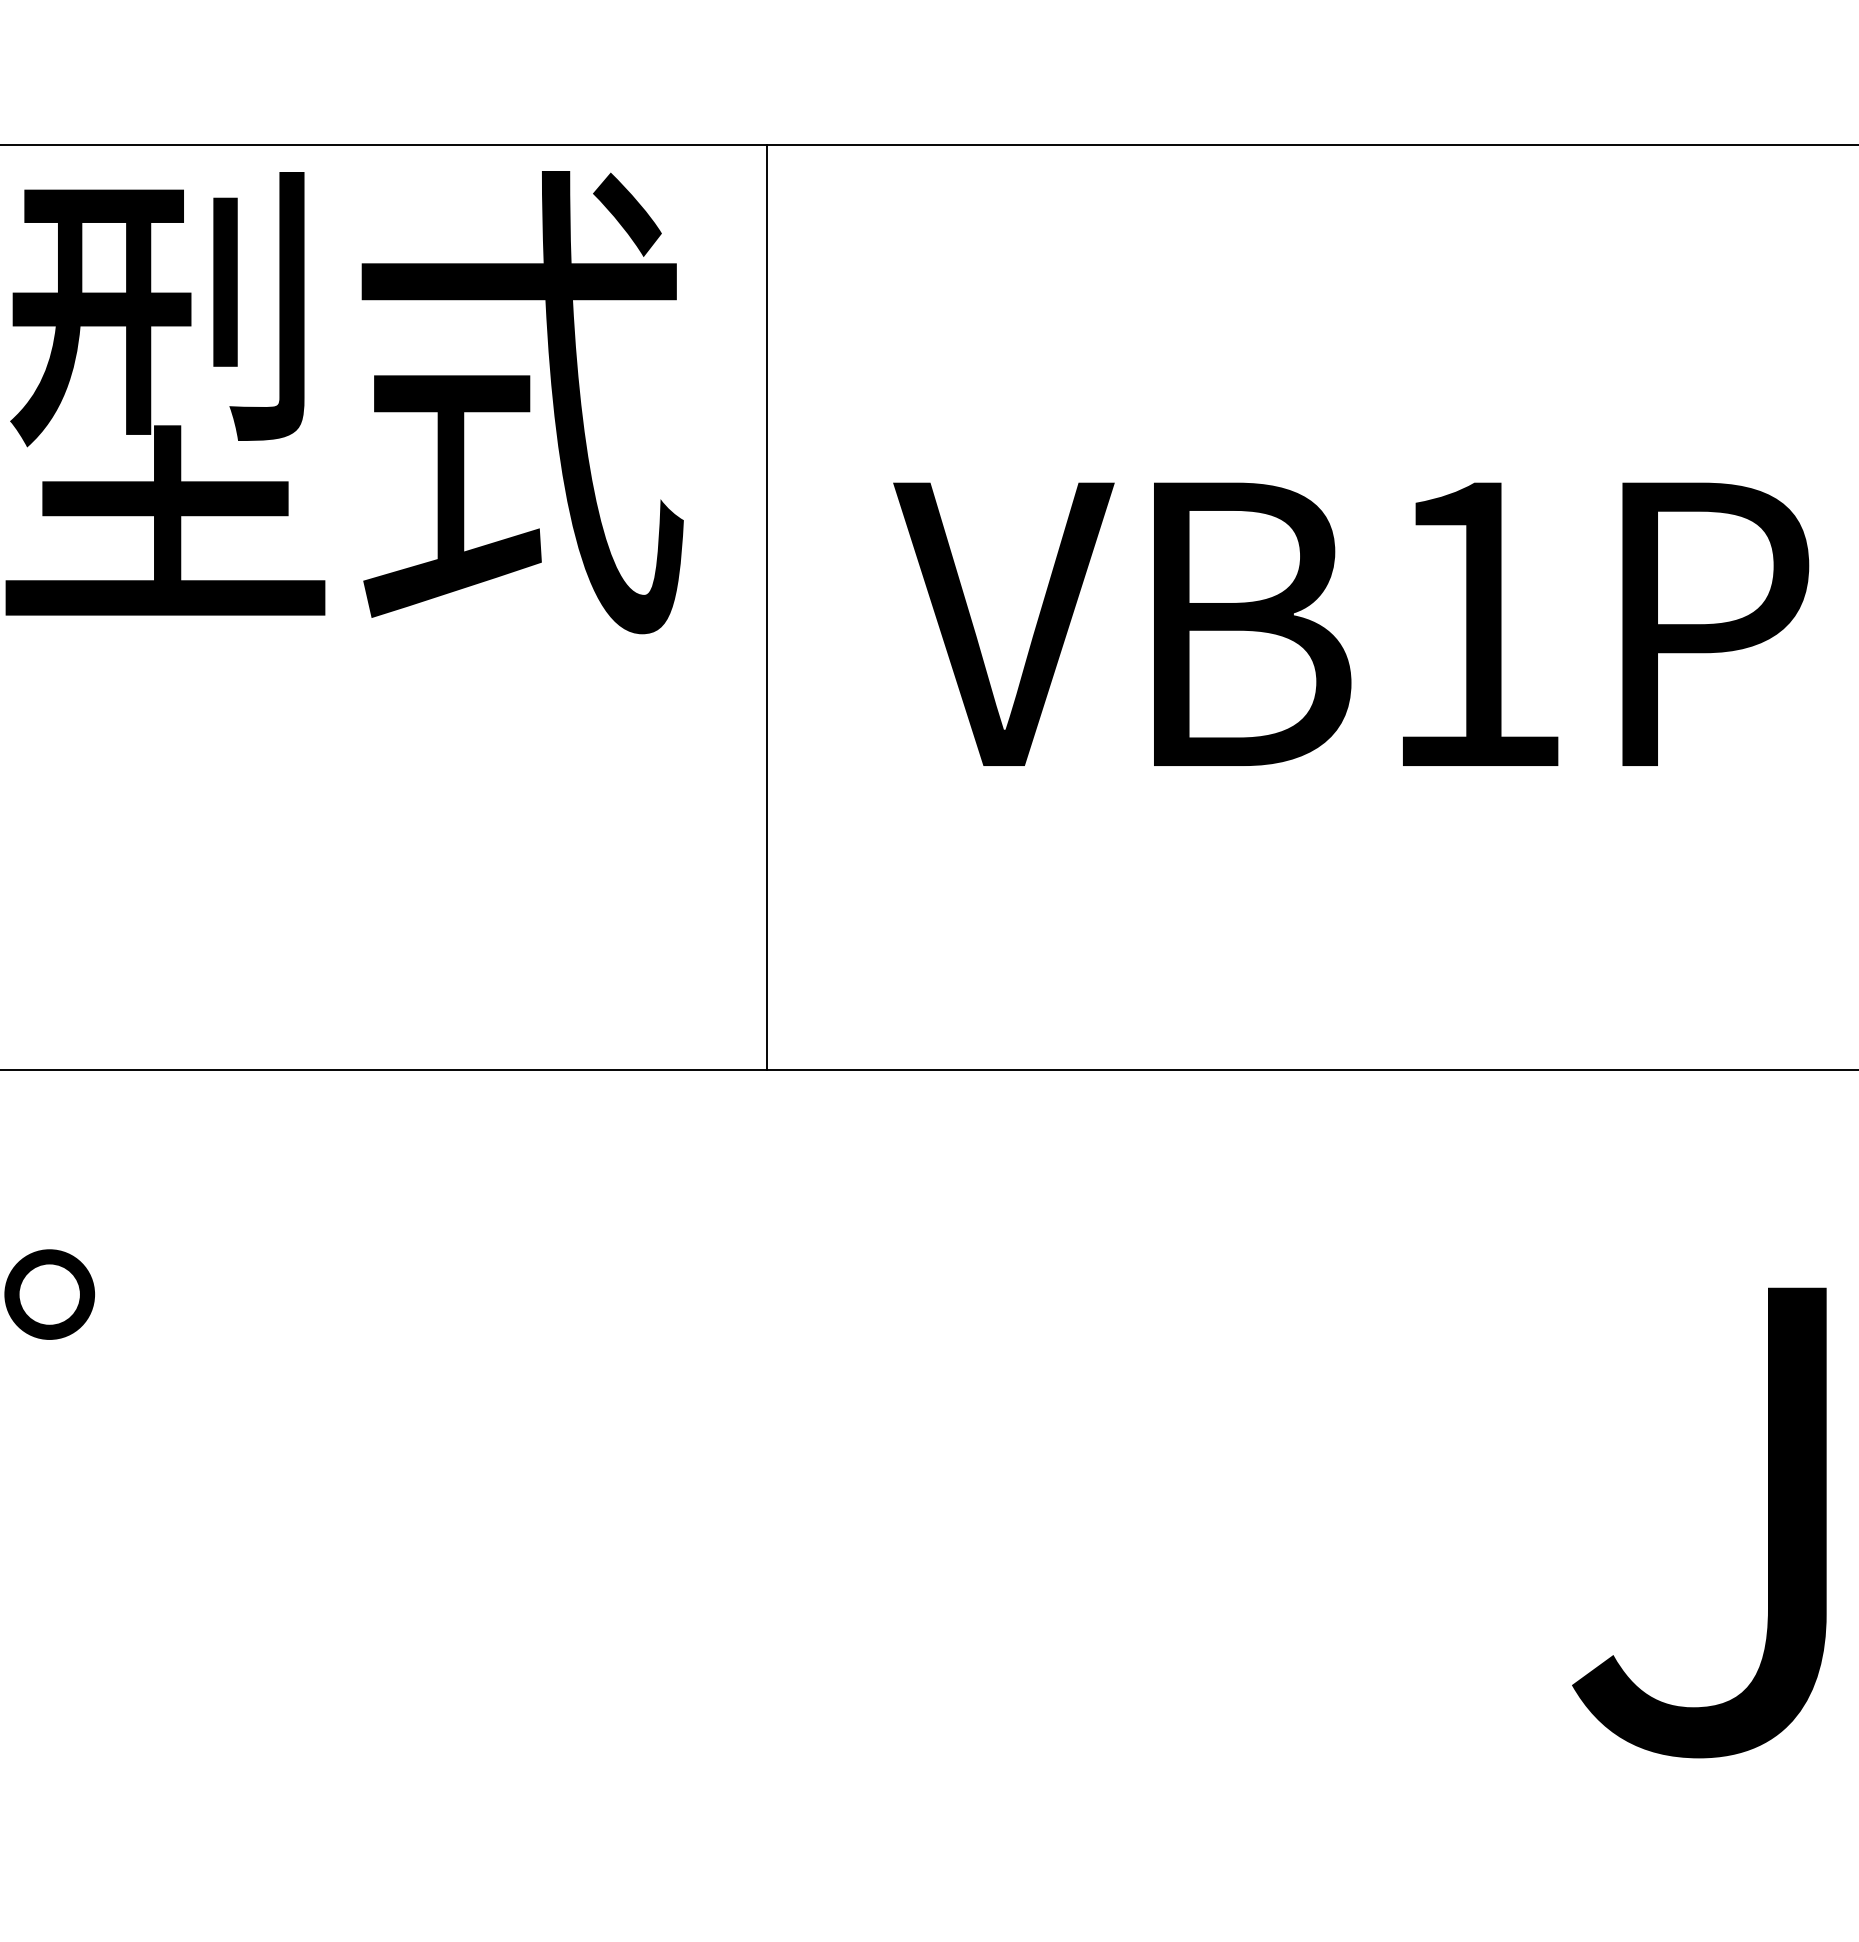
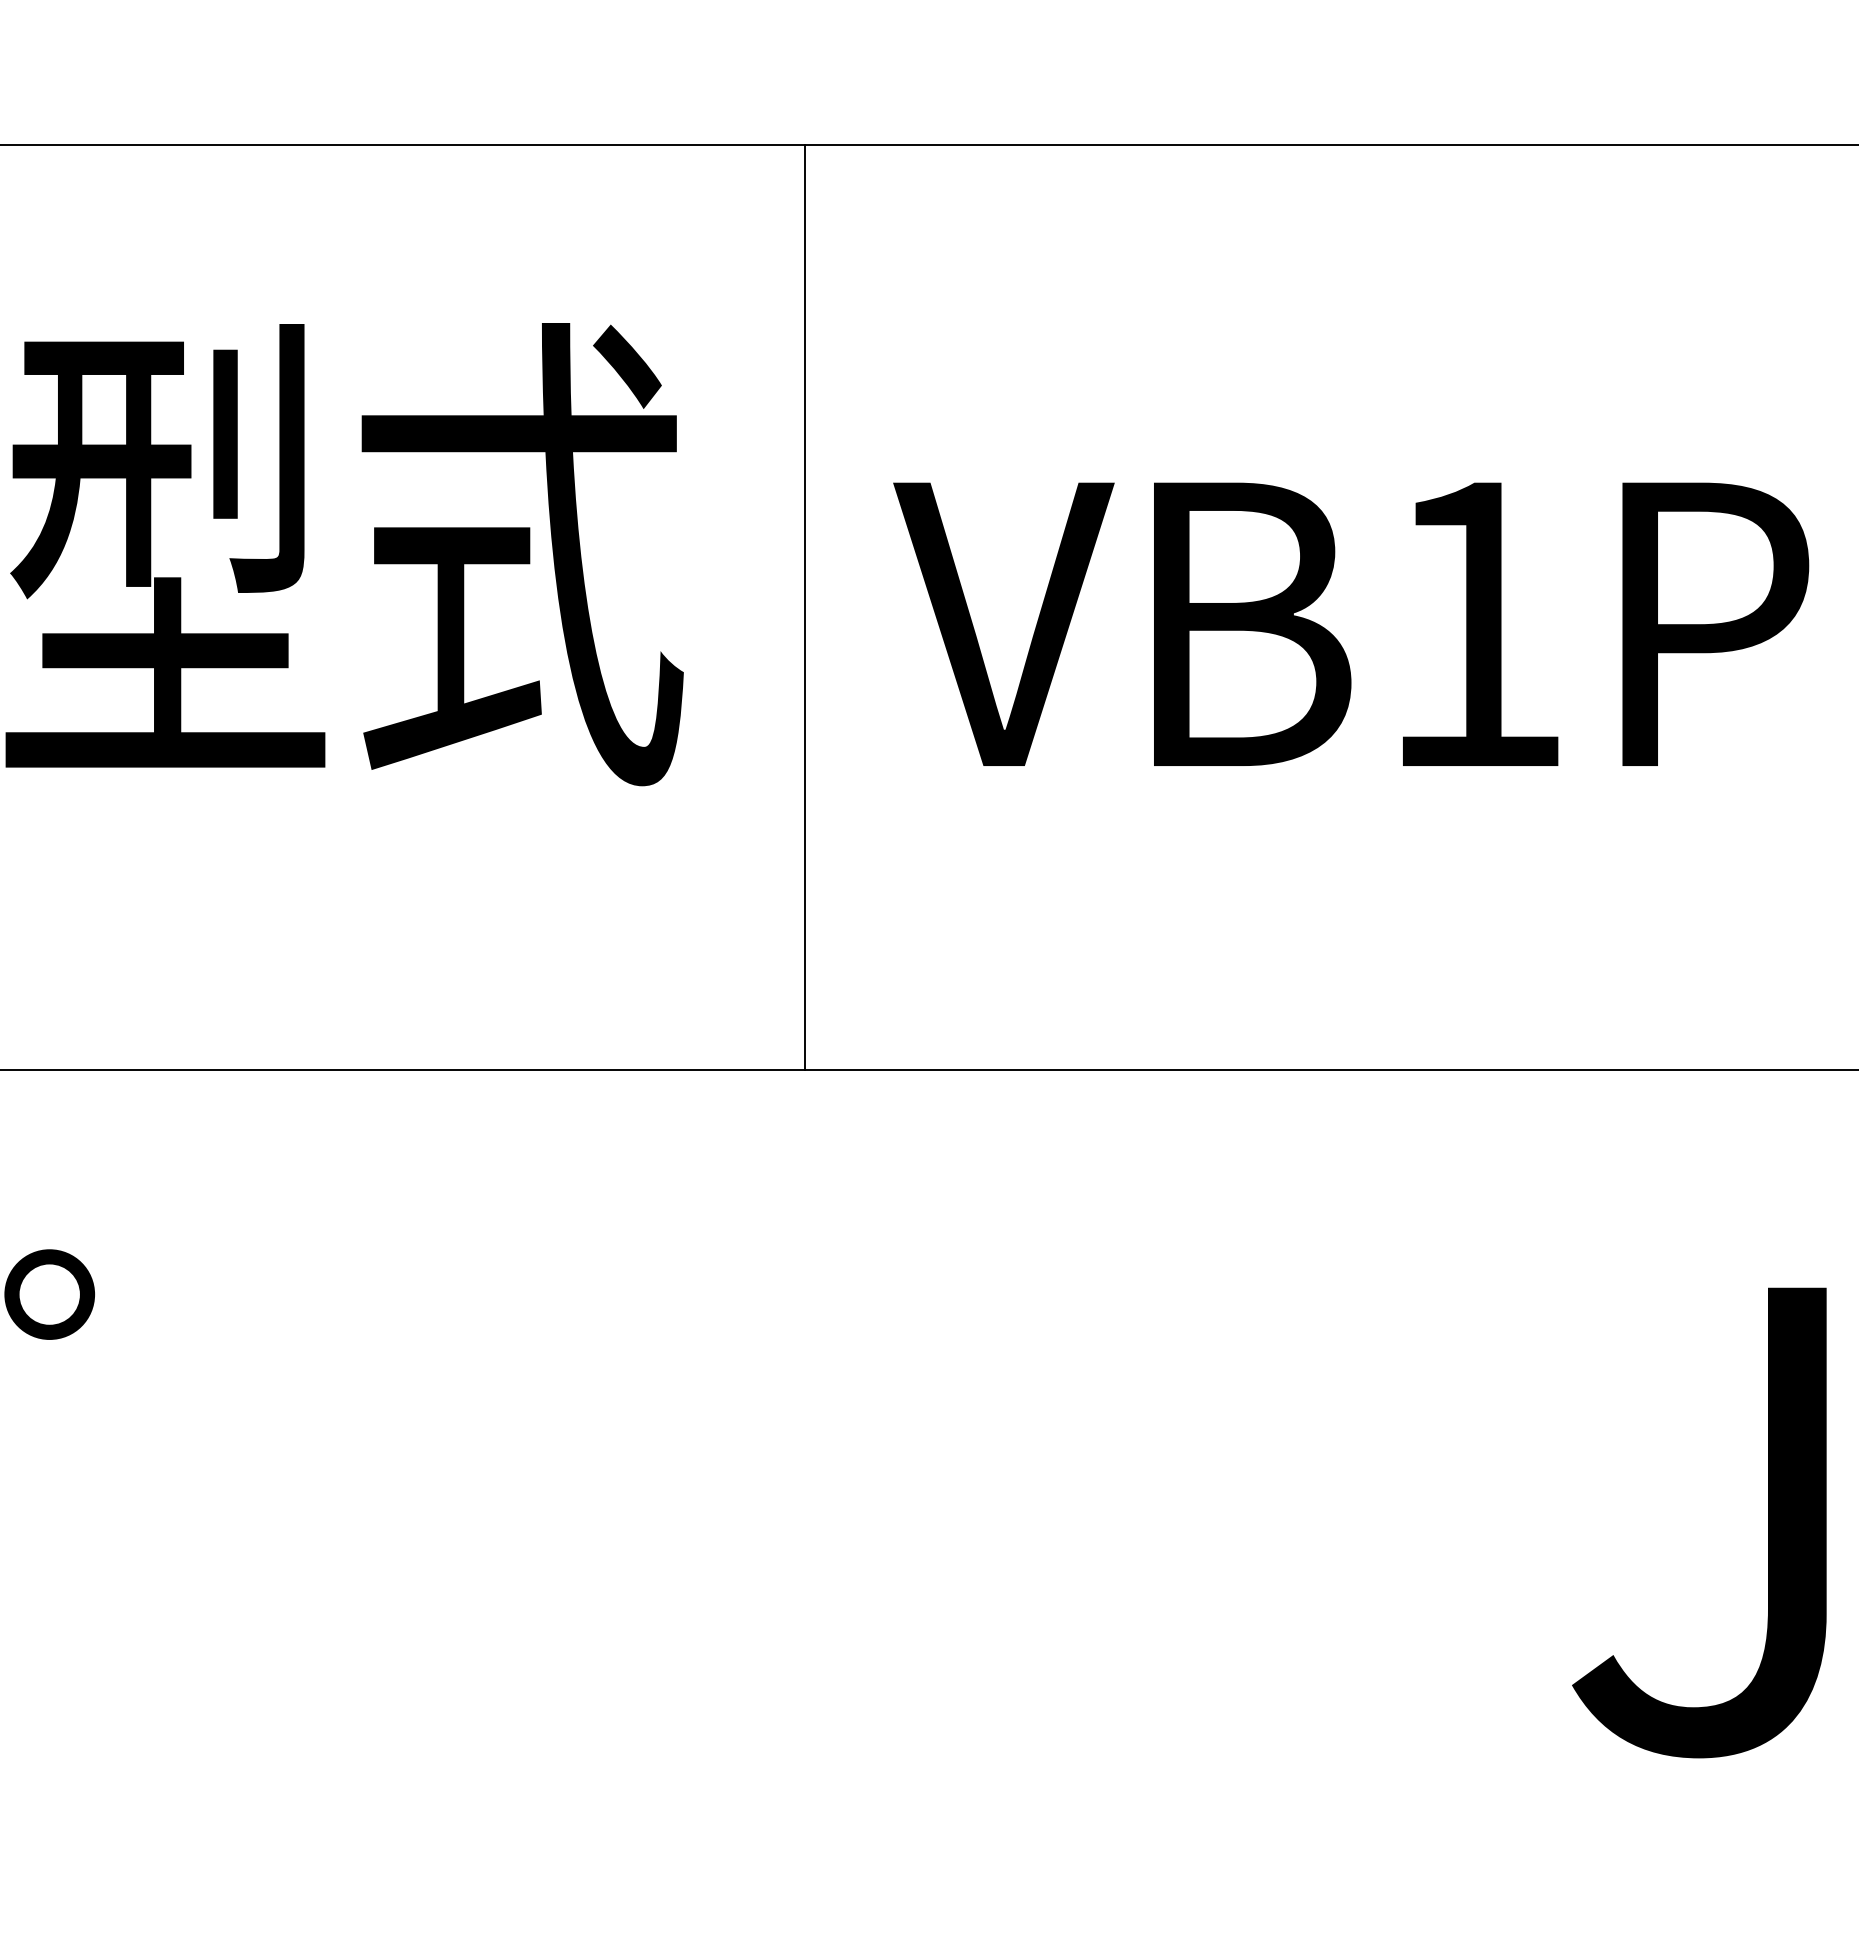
text at (344, 402) position: (344, 402) -> (344, 554)
line at (766, 607) position: (766, 607) -> (804, 607)
